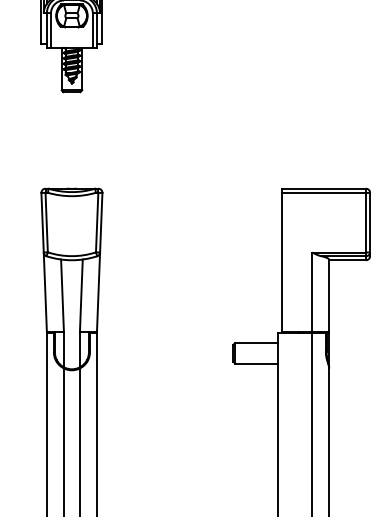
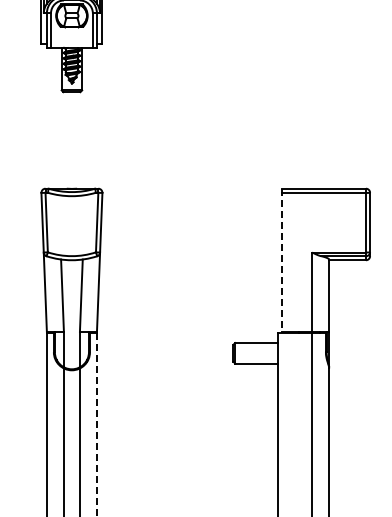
line at (281, 260): solid -> dashed
line at (96, 424): solid -> dashed
